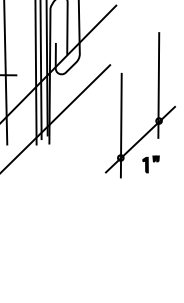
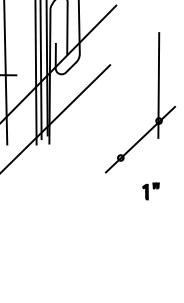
line at (120, 125): present -> none
part at (150, 164) position: (150, 164) -> (150, 191)
